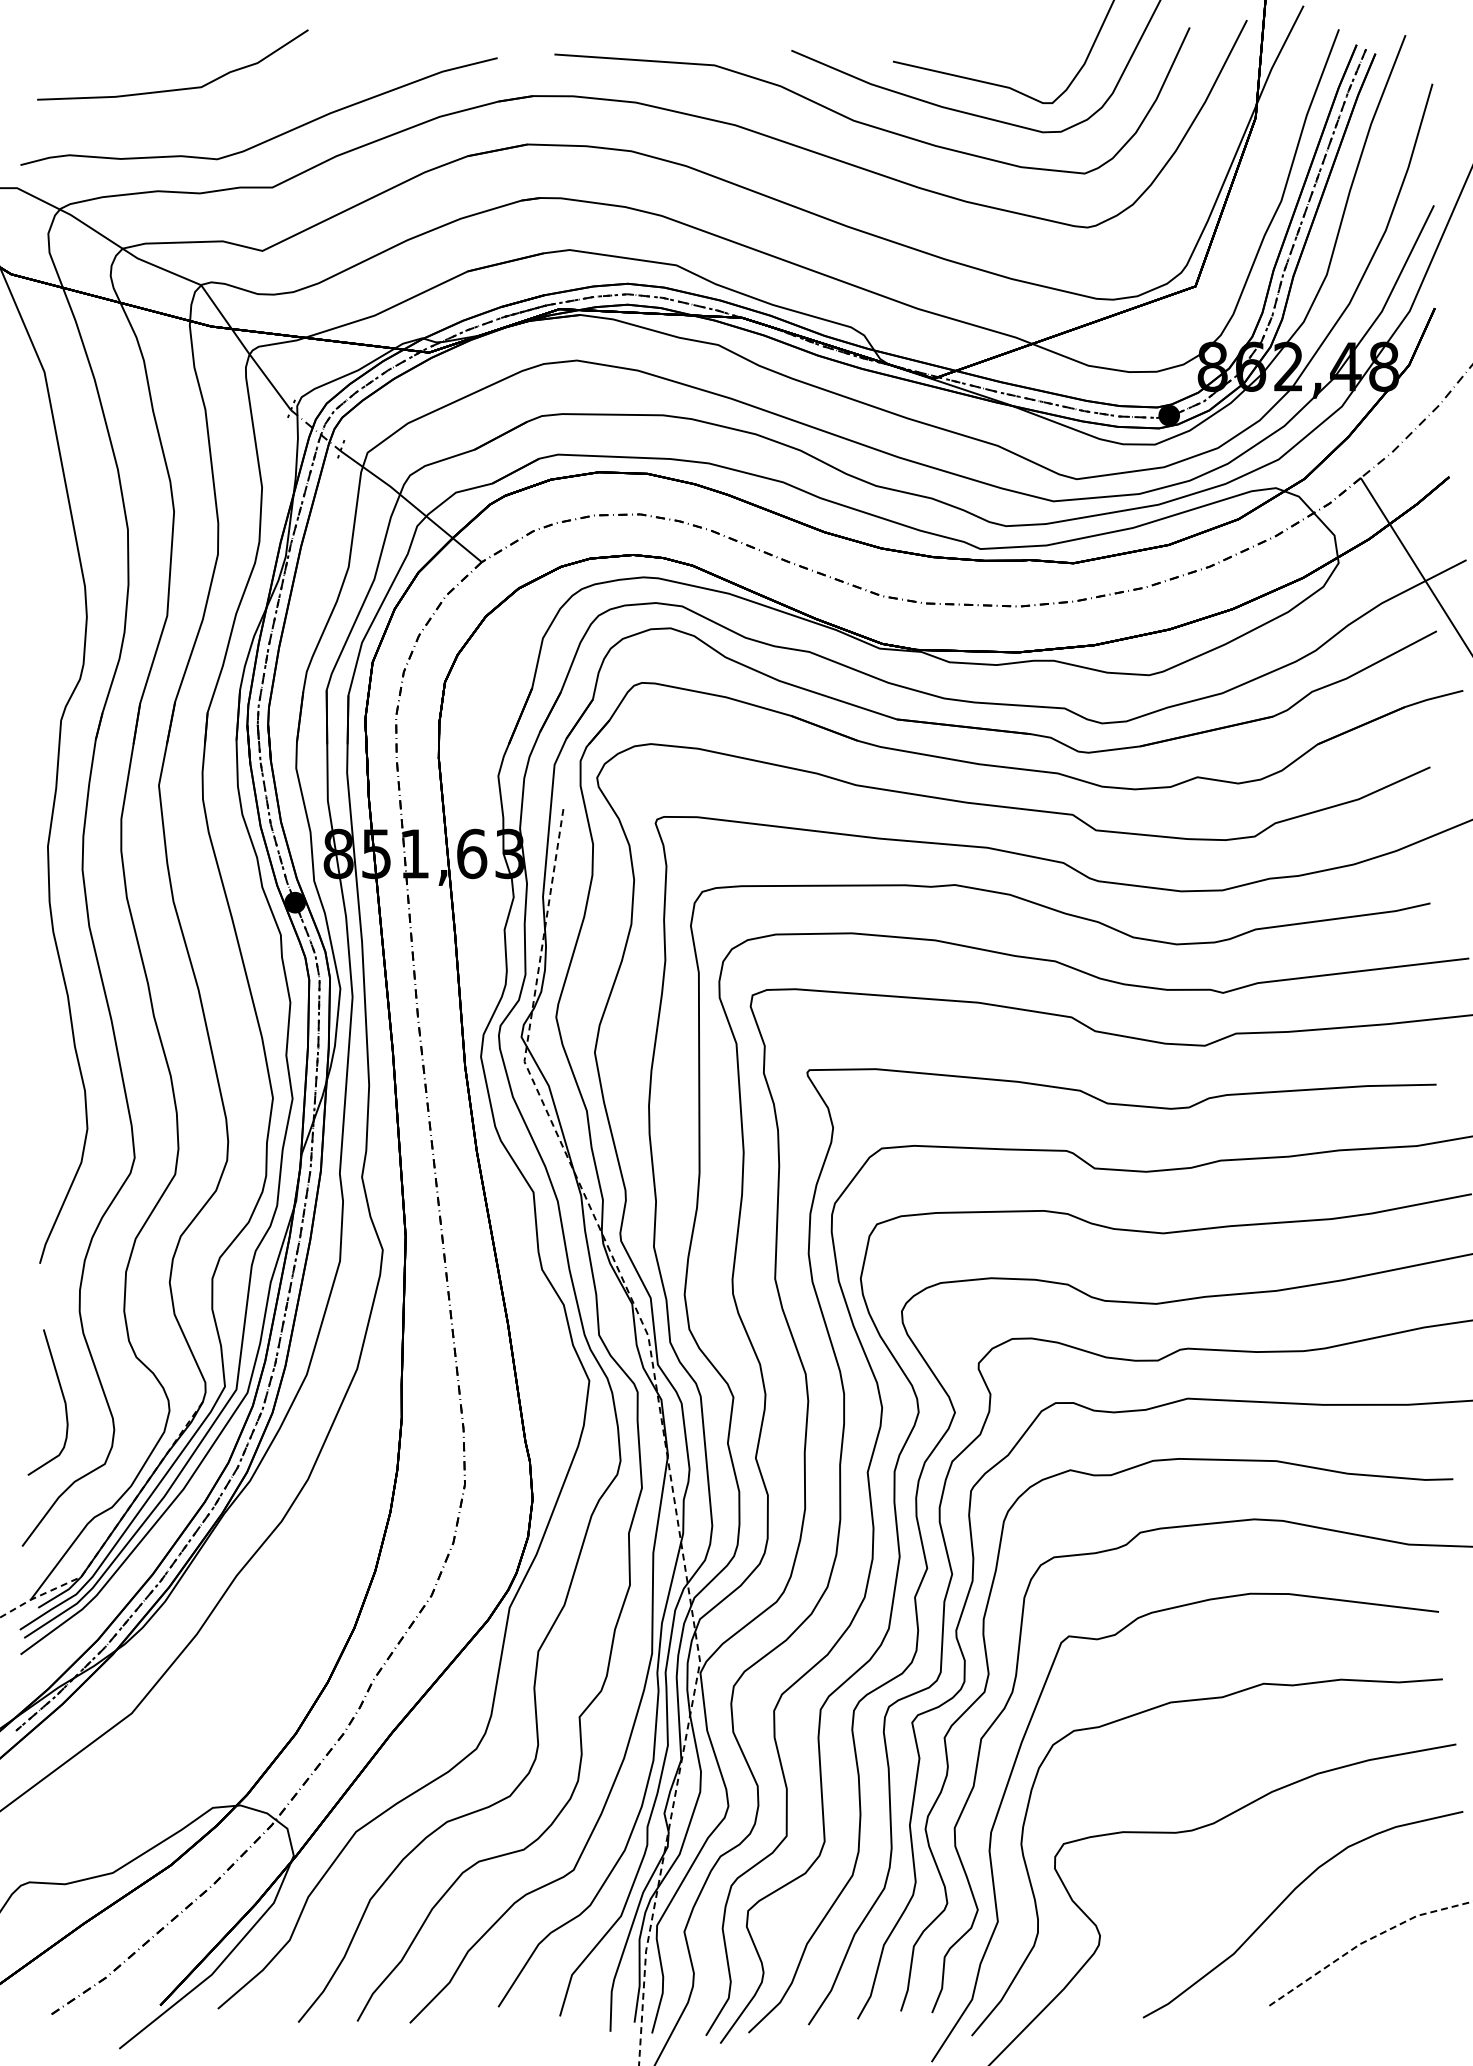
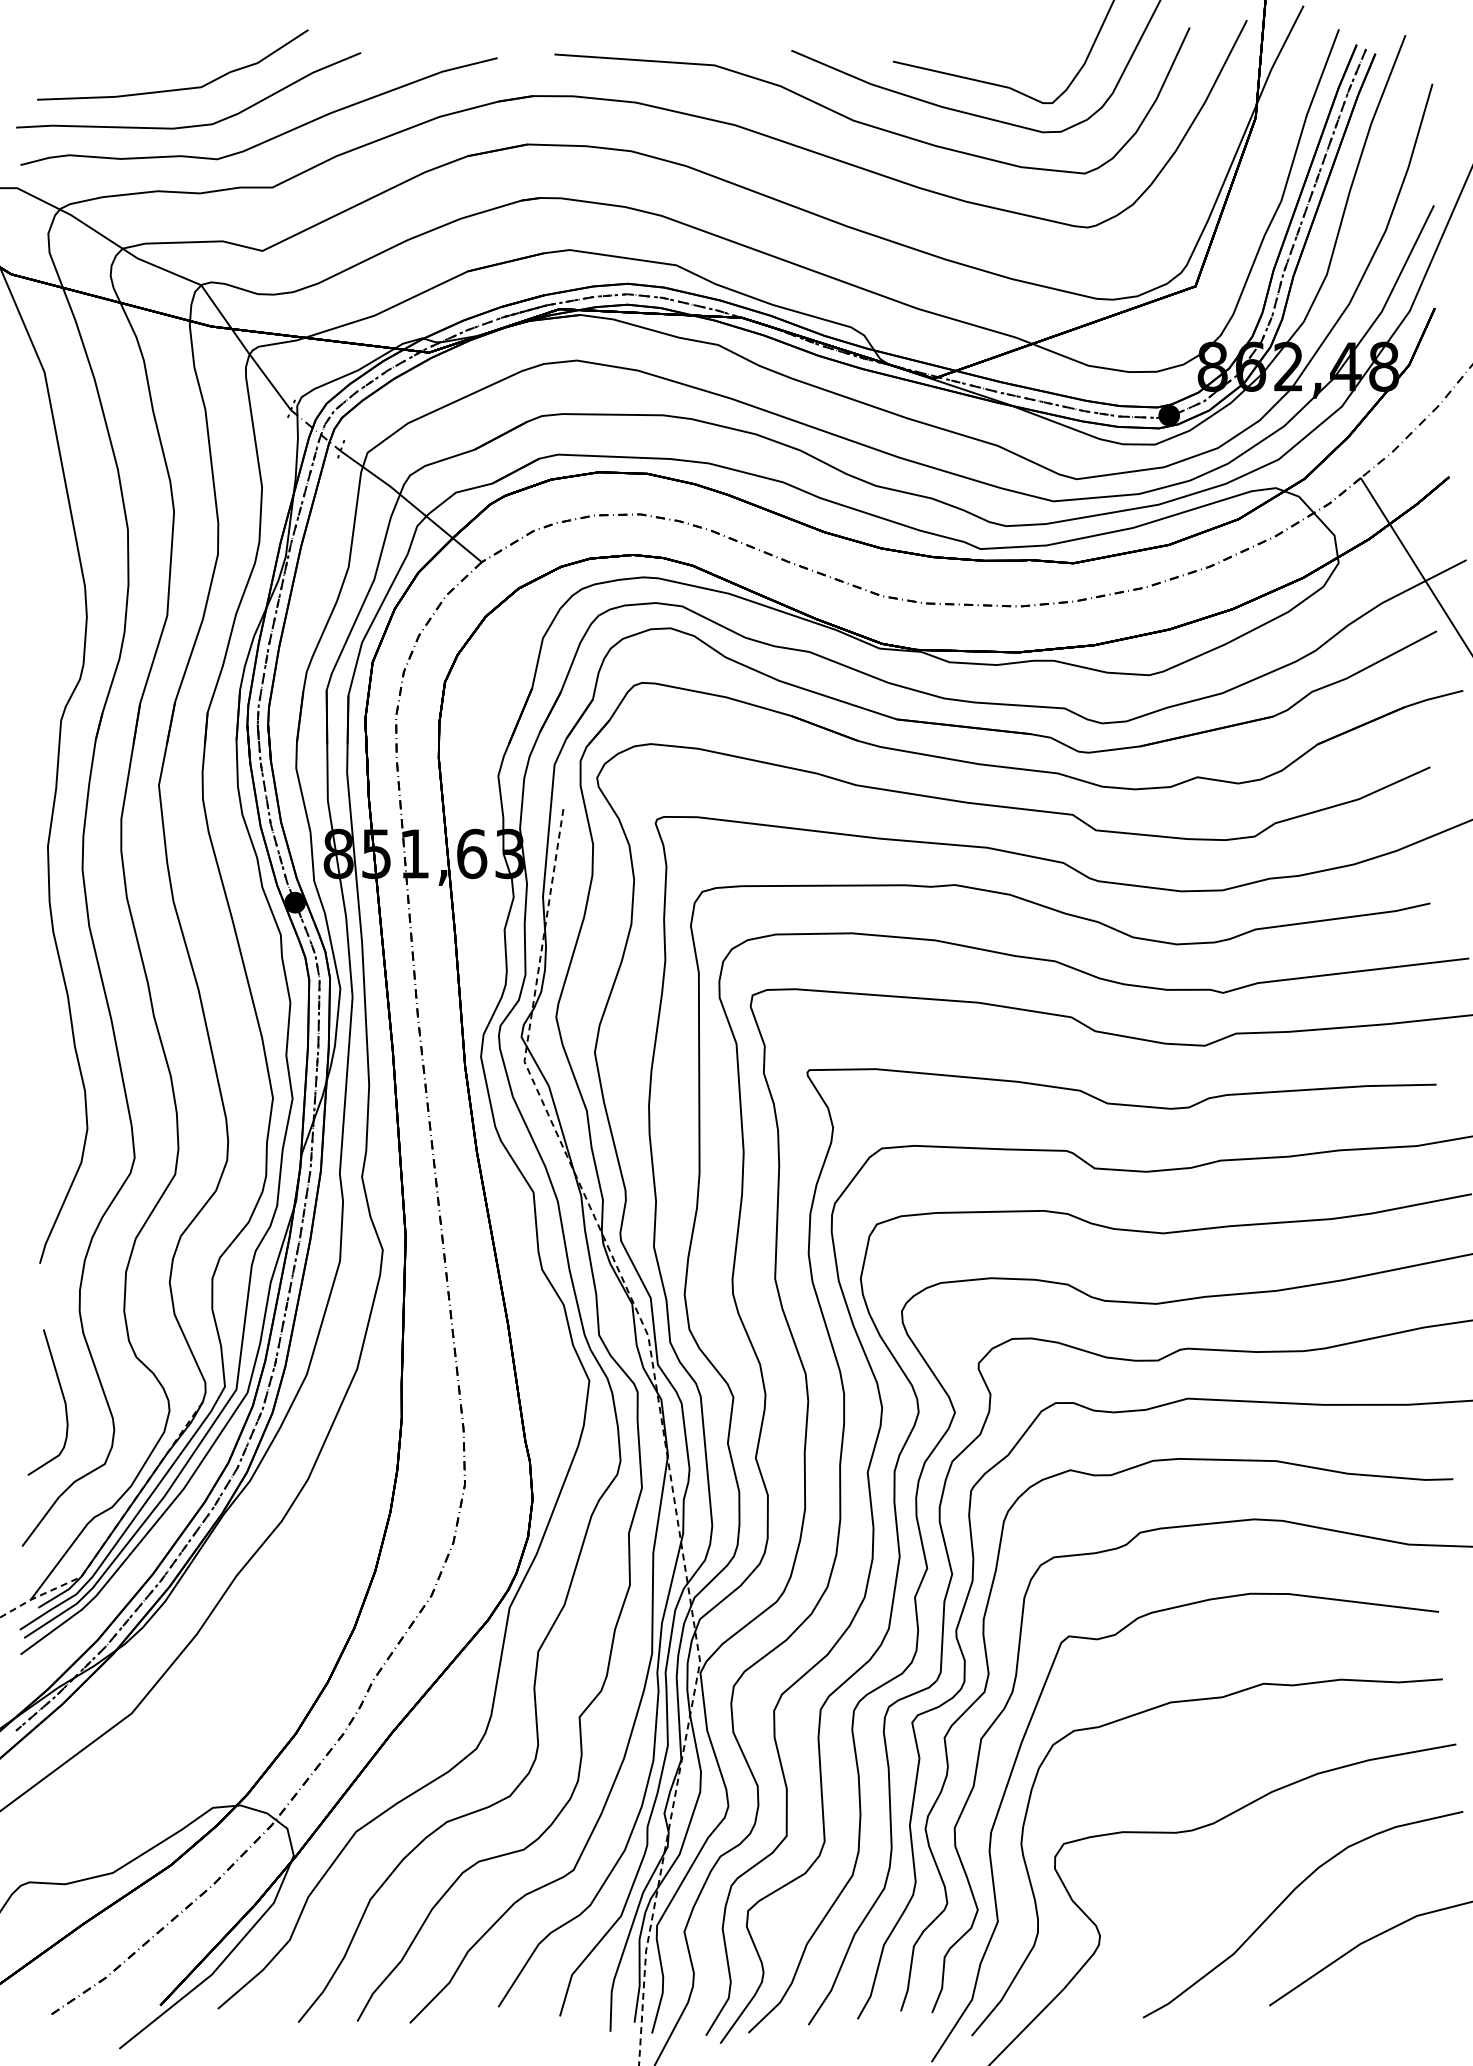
curve at (189, 125): none -> present
line at (1364, 1941): dashed -> solid
